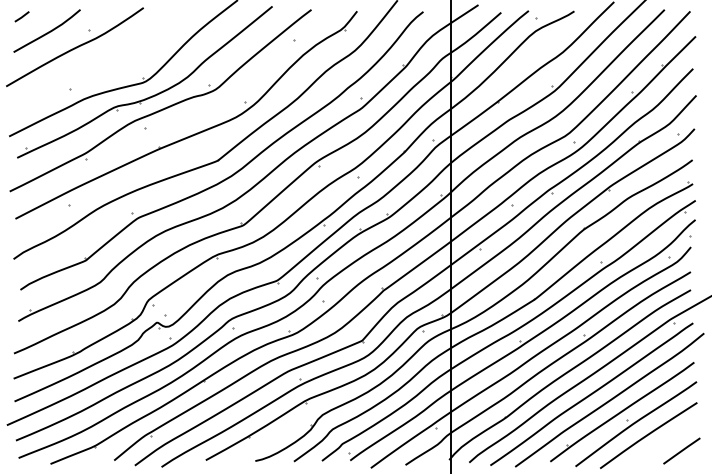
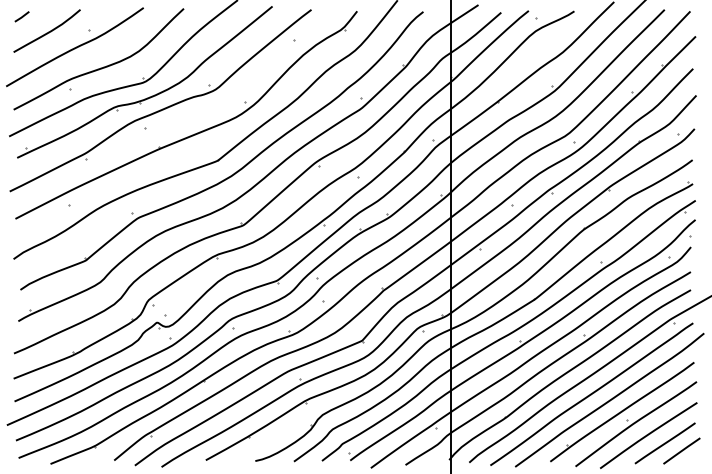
curve at (100, 67): none -> present
line at (664, 443): none -> present
